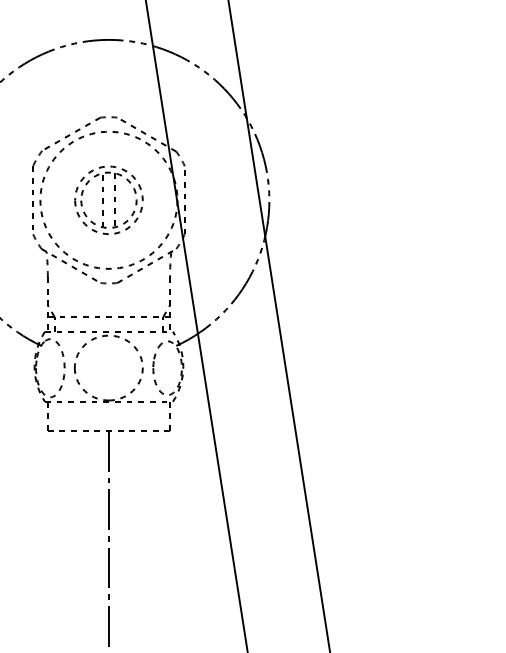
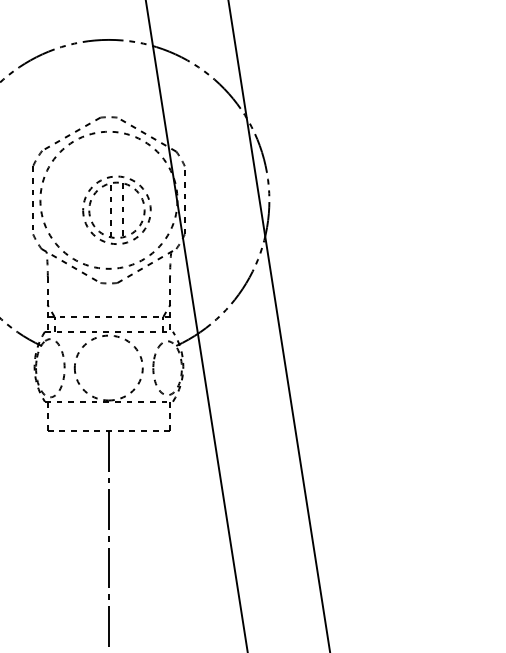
part at (108, 199) position: (108, 199) -> (116, 209)
